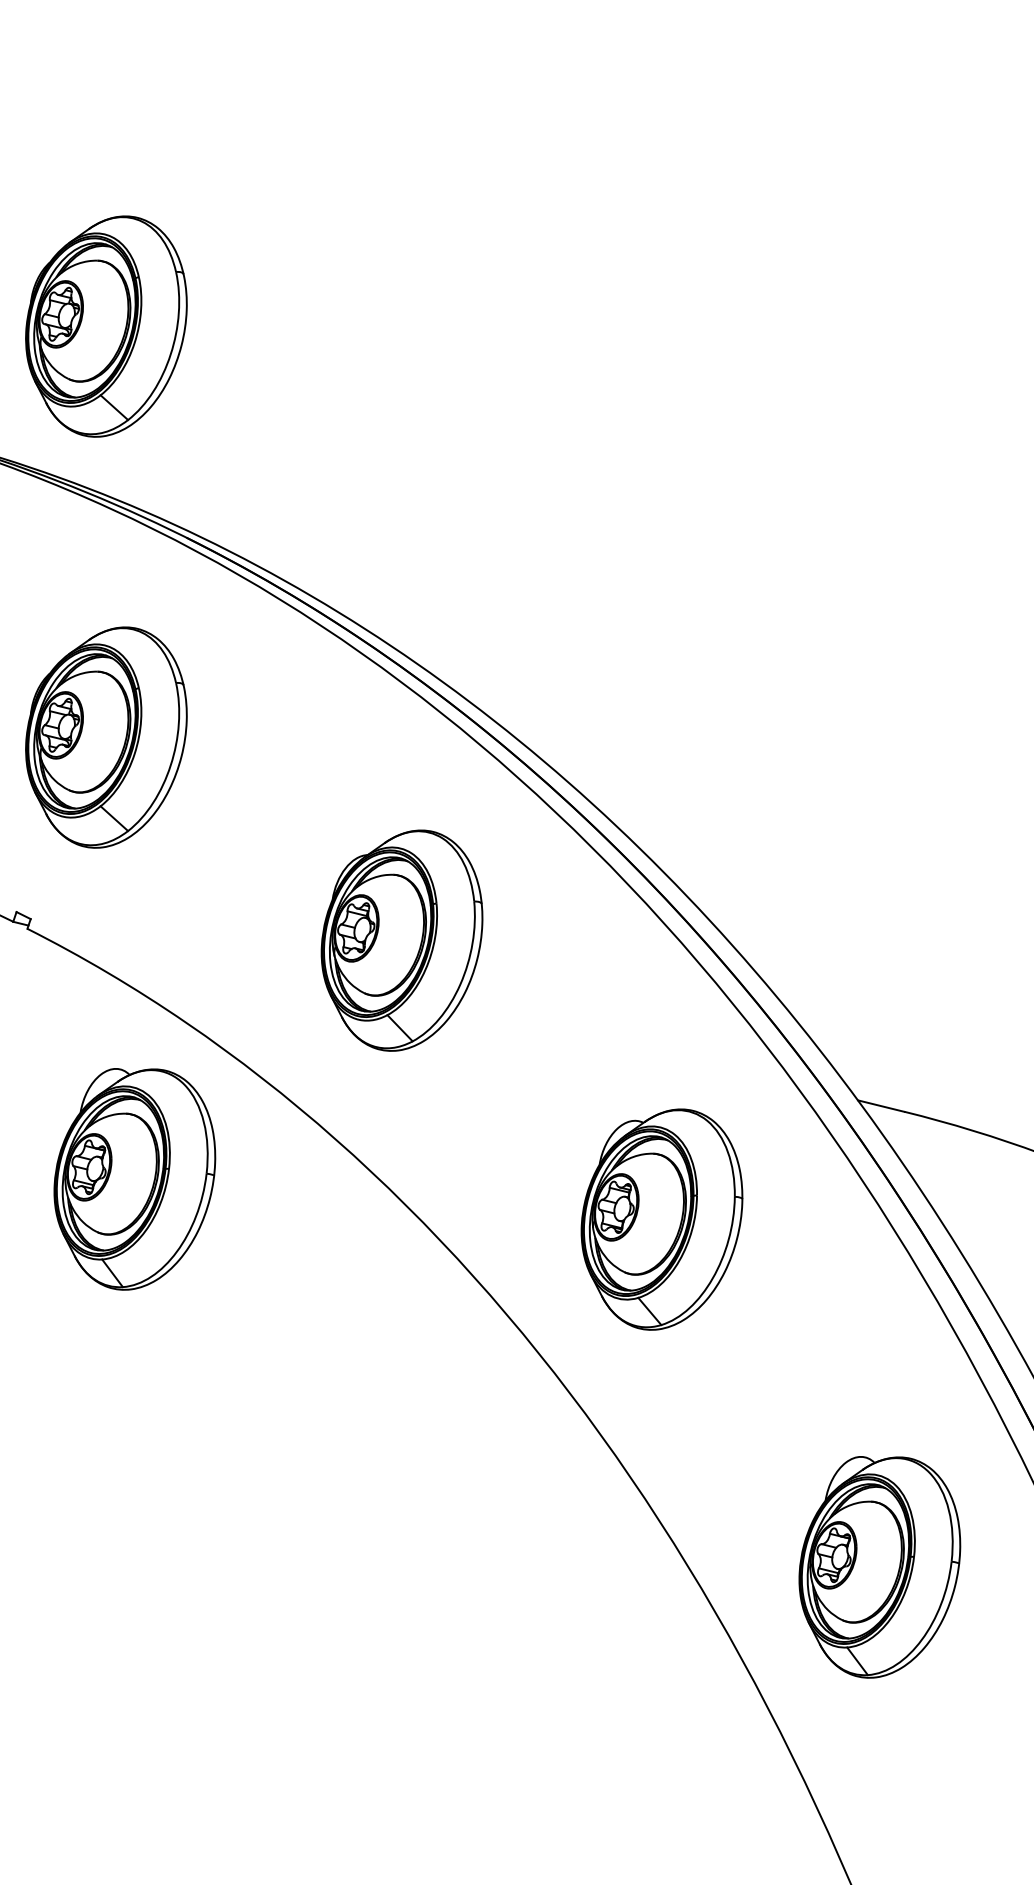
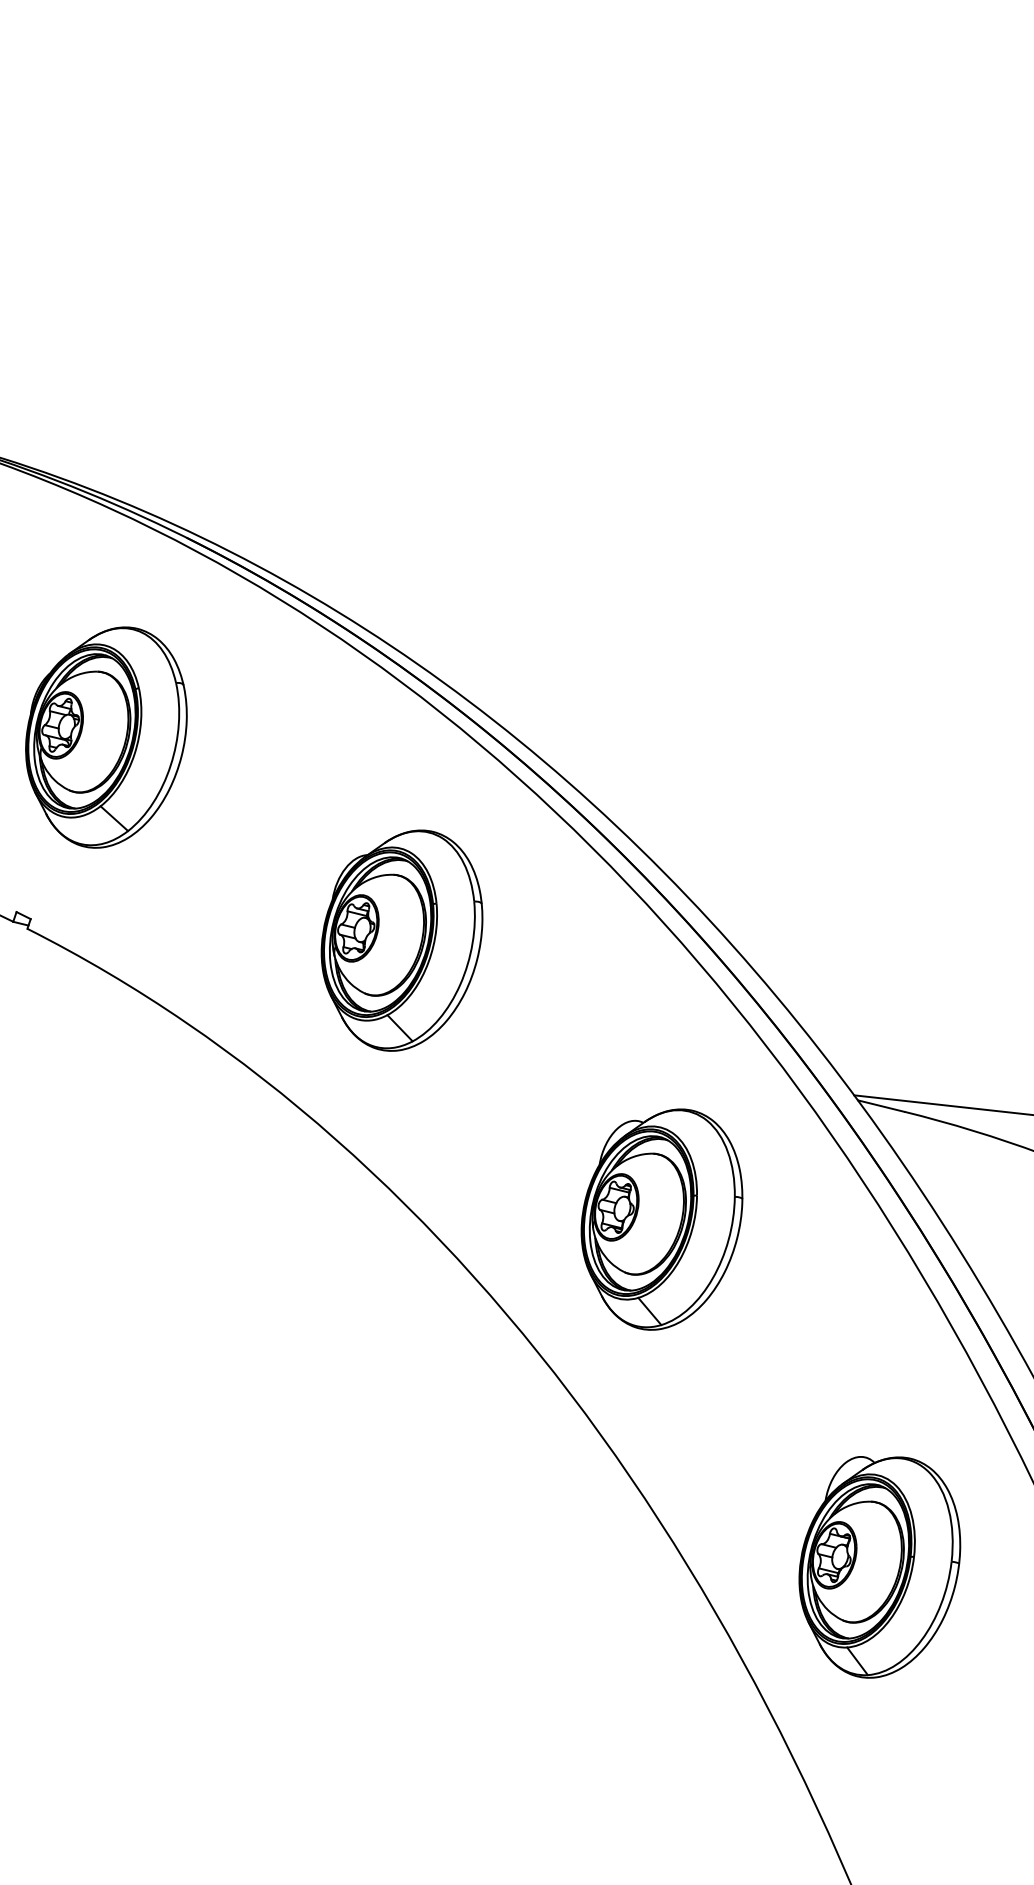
part at (106, 326): present -> none
line at (942, 1104): none -> present
part at (134, 1179): present -> none
